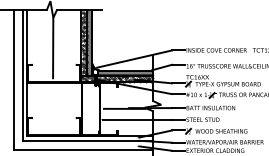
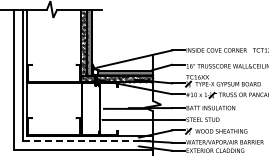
line at (53, 48): present -> none
line at (88, 140): solid -> dashed
